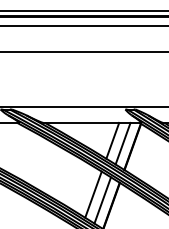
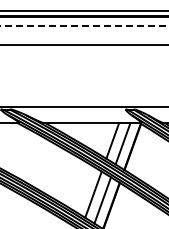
line at (84, 25): solid -> dashed
line at (83, 52) position: (83, 52) -> (83, 45)
